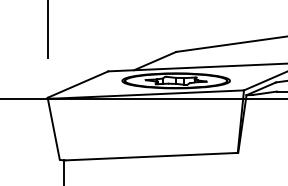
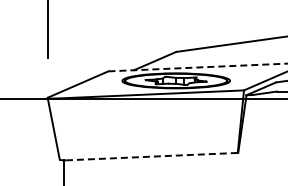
line at (198, 67): solid -> dashed
line at (152, 156): solid -> dashed
